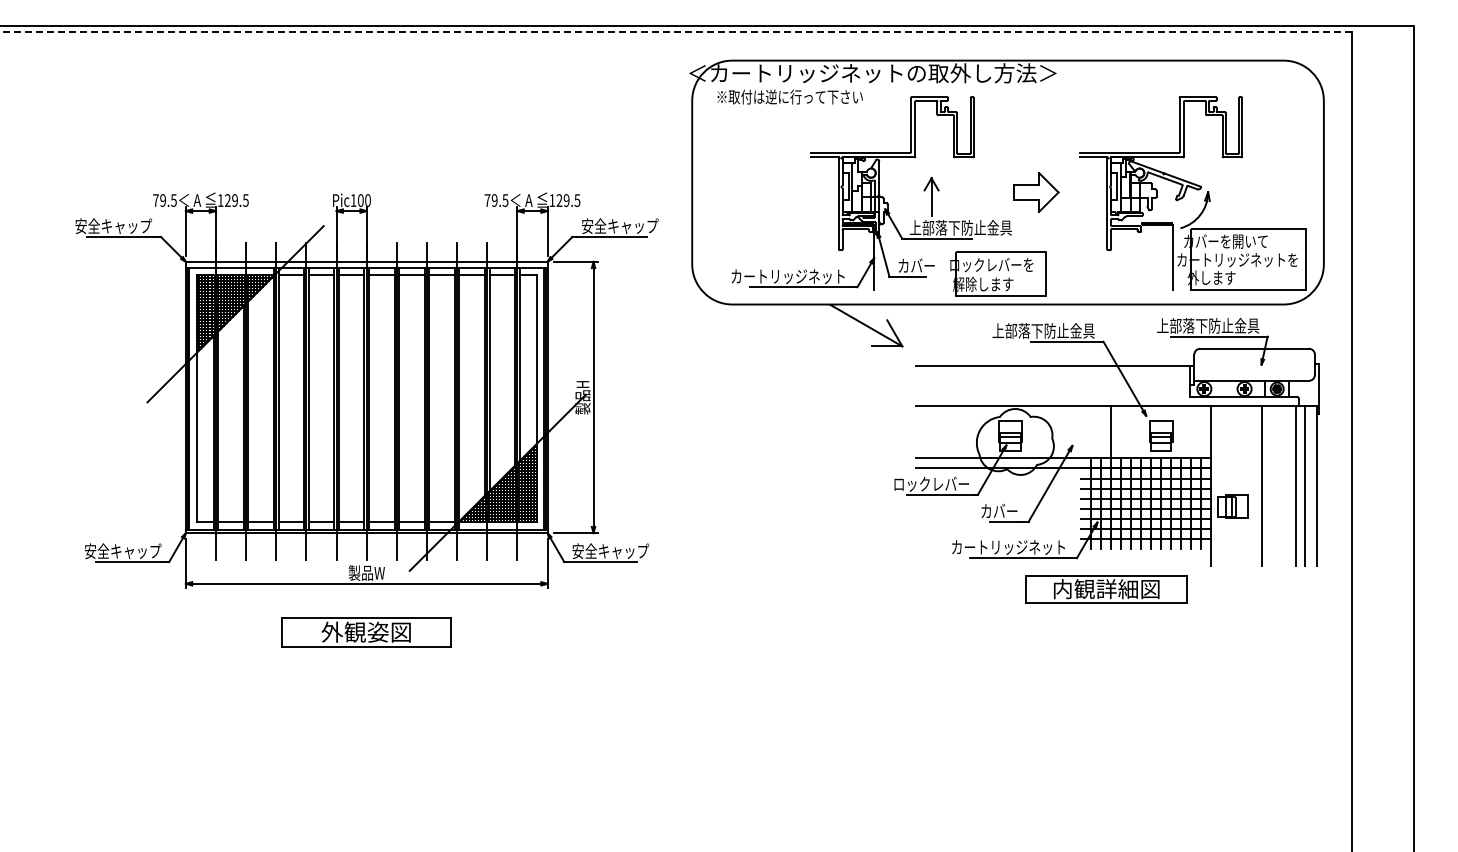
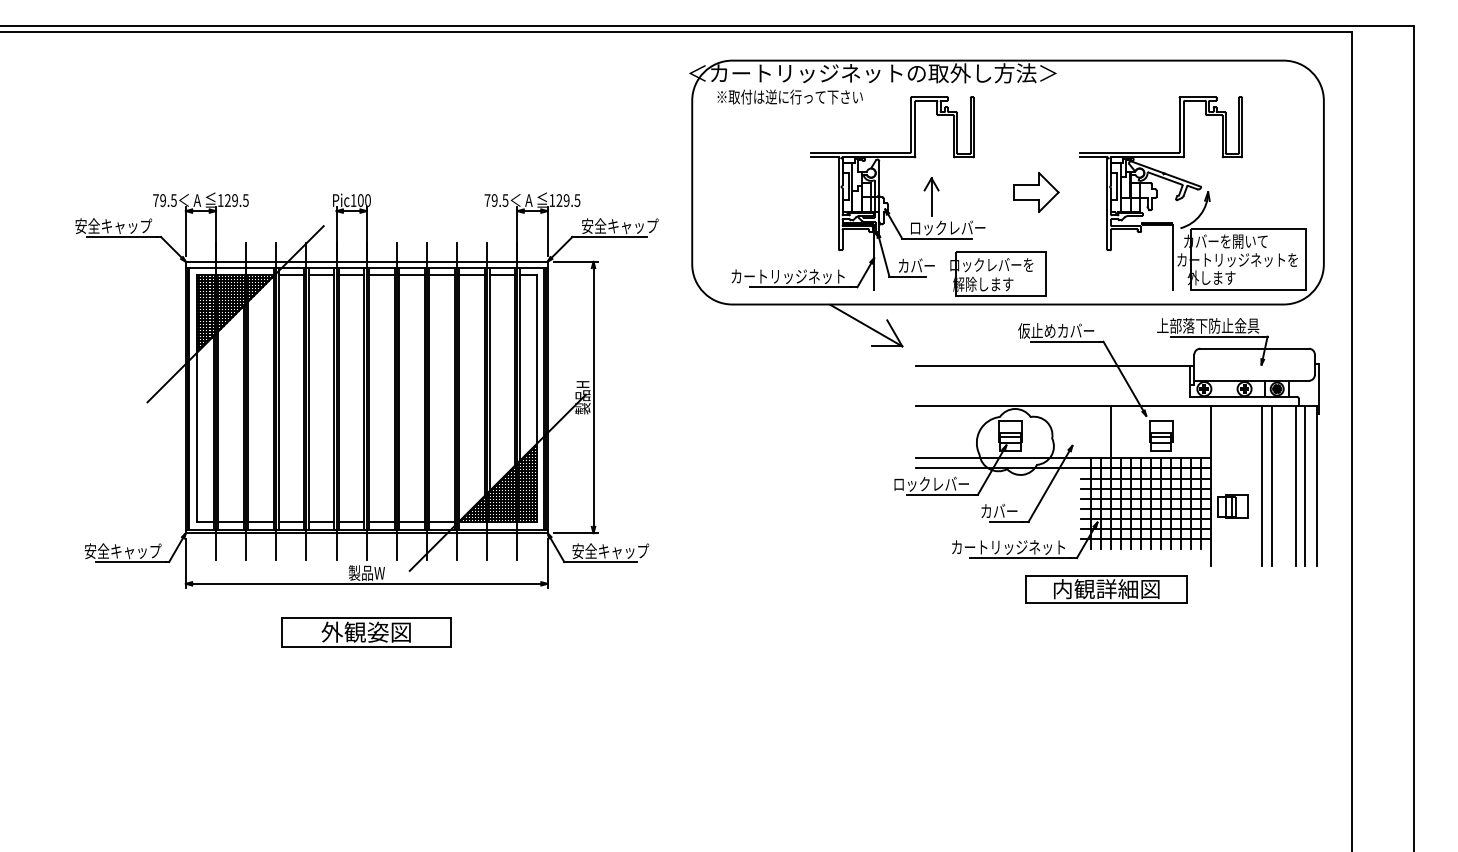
line at (676, 31): dashed -> solid
text at (960, 227): 上部落下防止金具 -> ロックレバー
text at (1043, 330): 上部落下防止金具 -> 仮止めカバー
line at (1272, 485): none -> present
